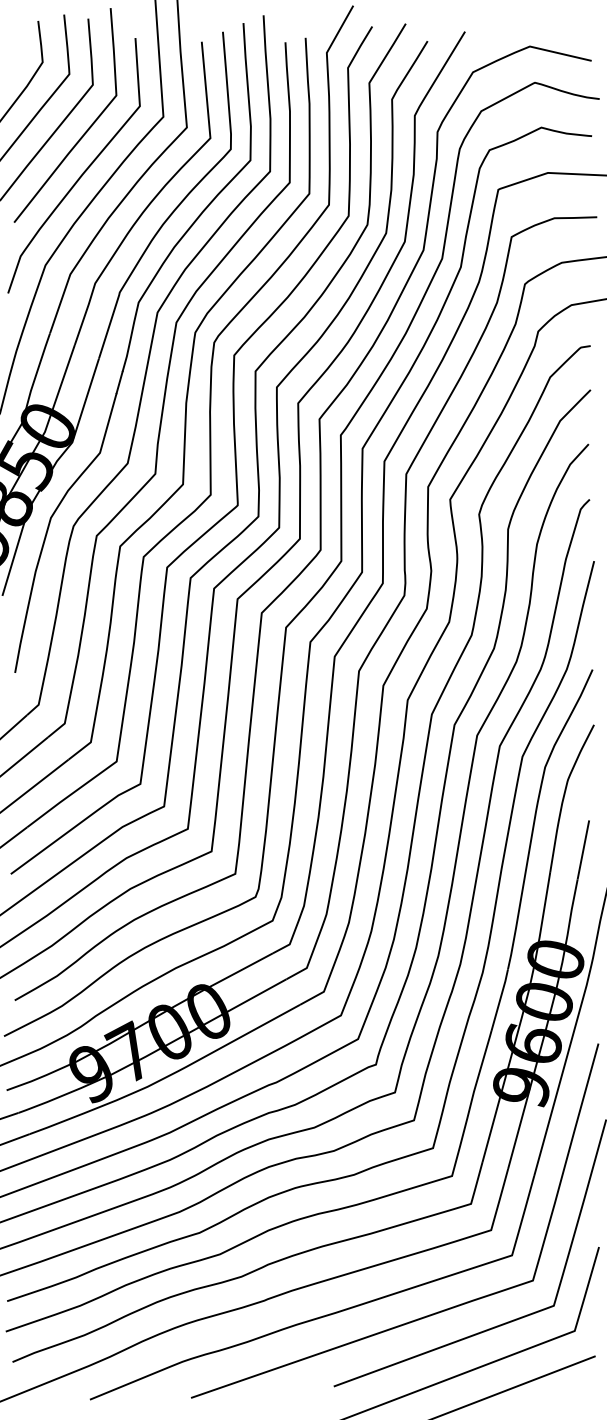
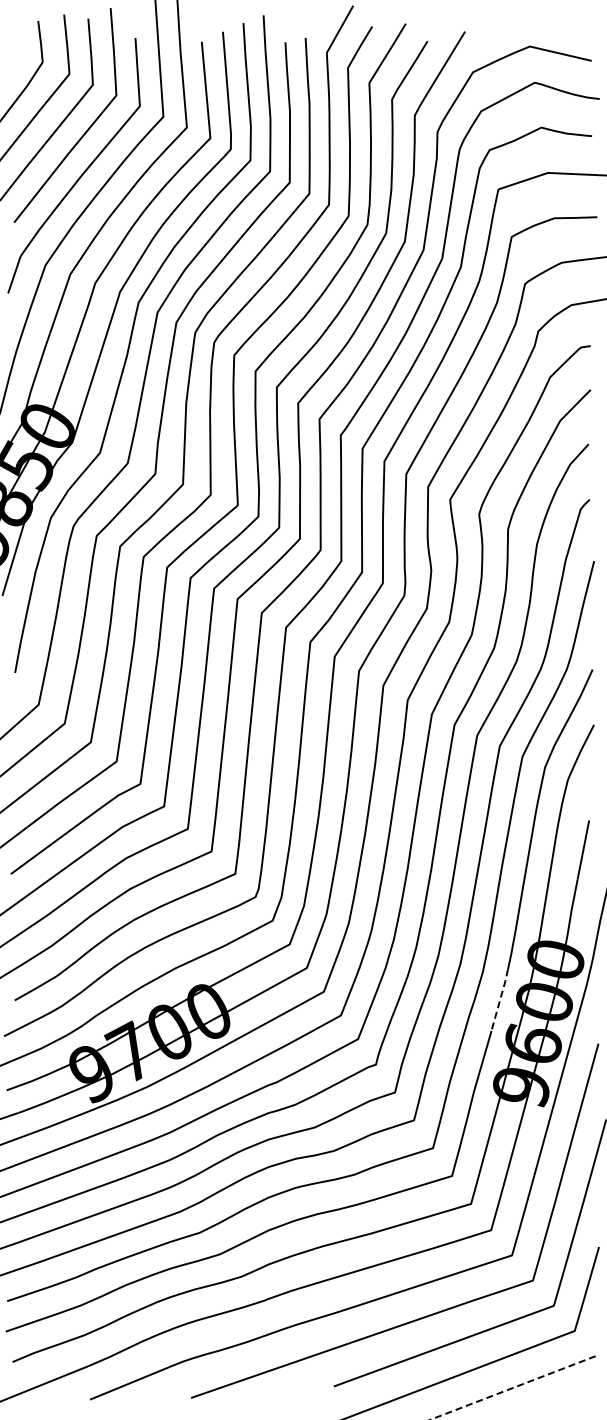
line at (500, 999): solid -> dashed
line at (512, 1388): solid -> dashed
